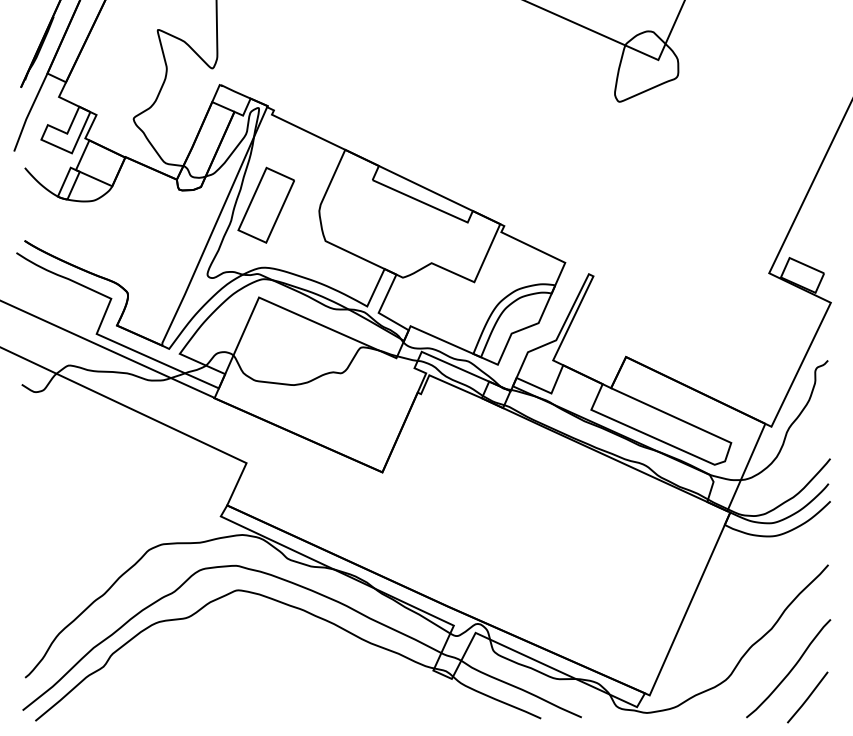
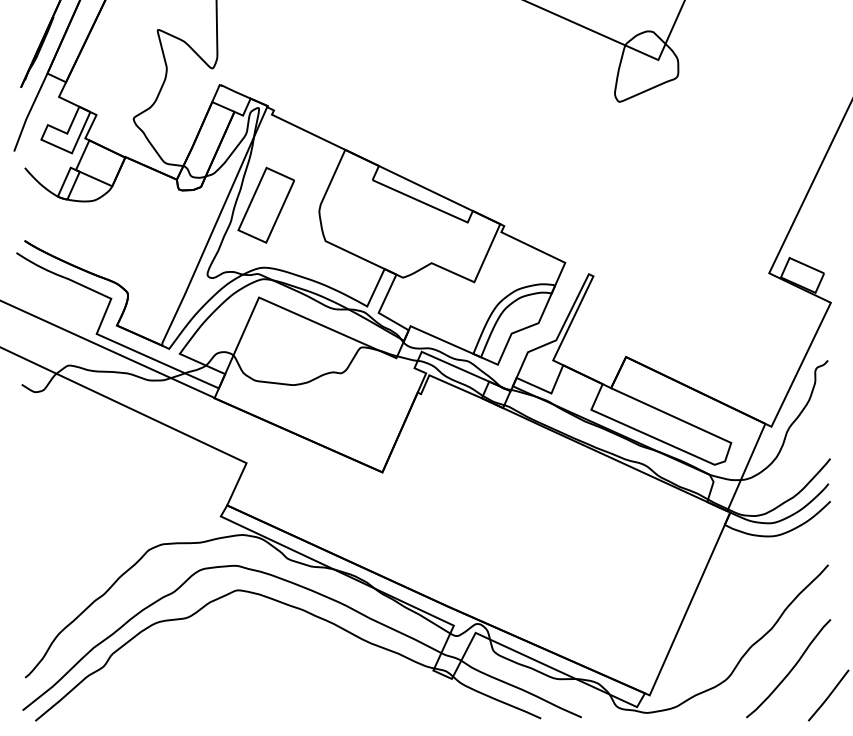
line at (807, 697) position: (807, 697) -> (828, 695)
